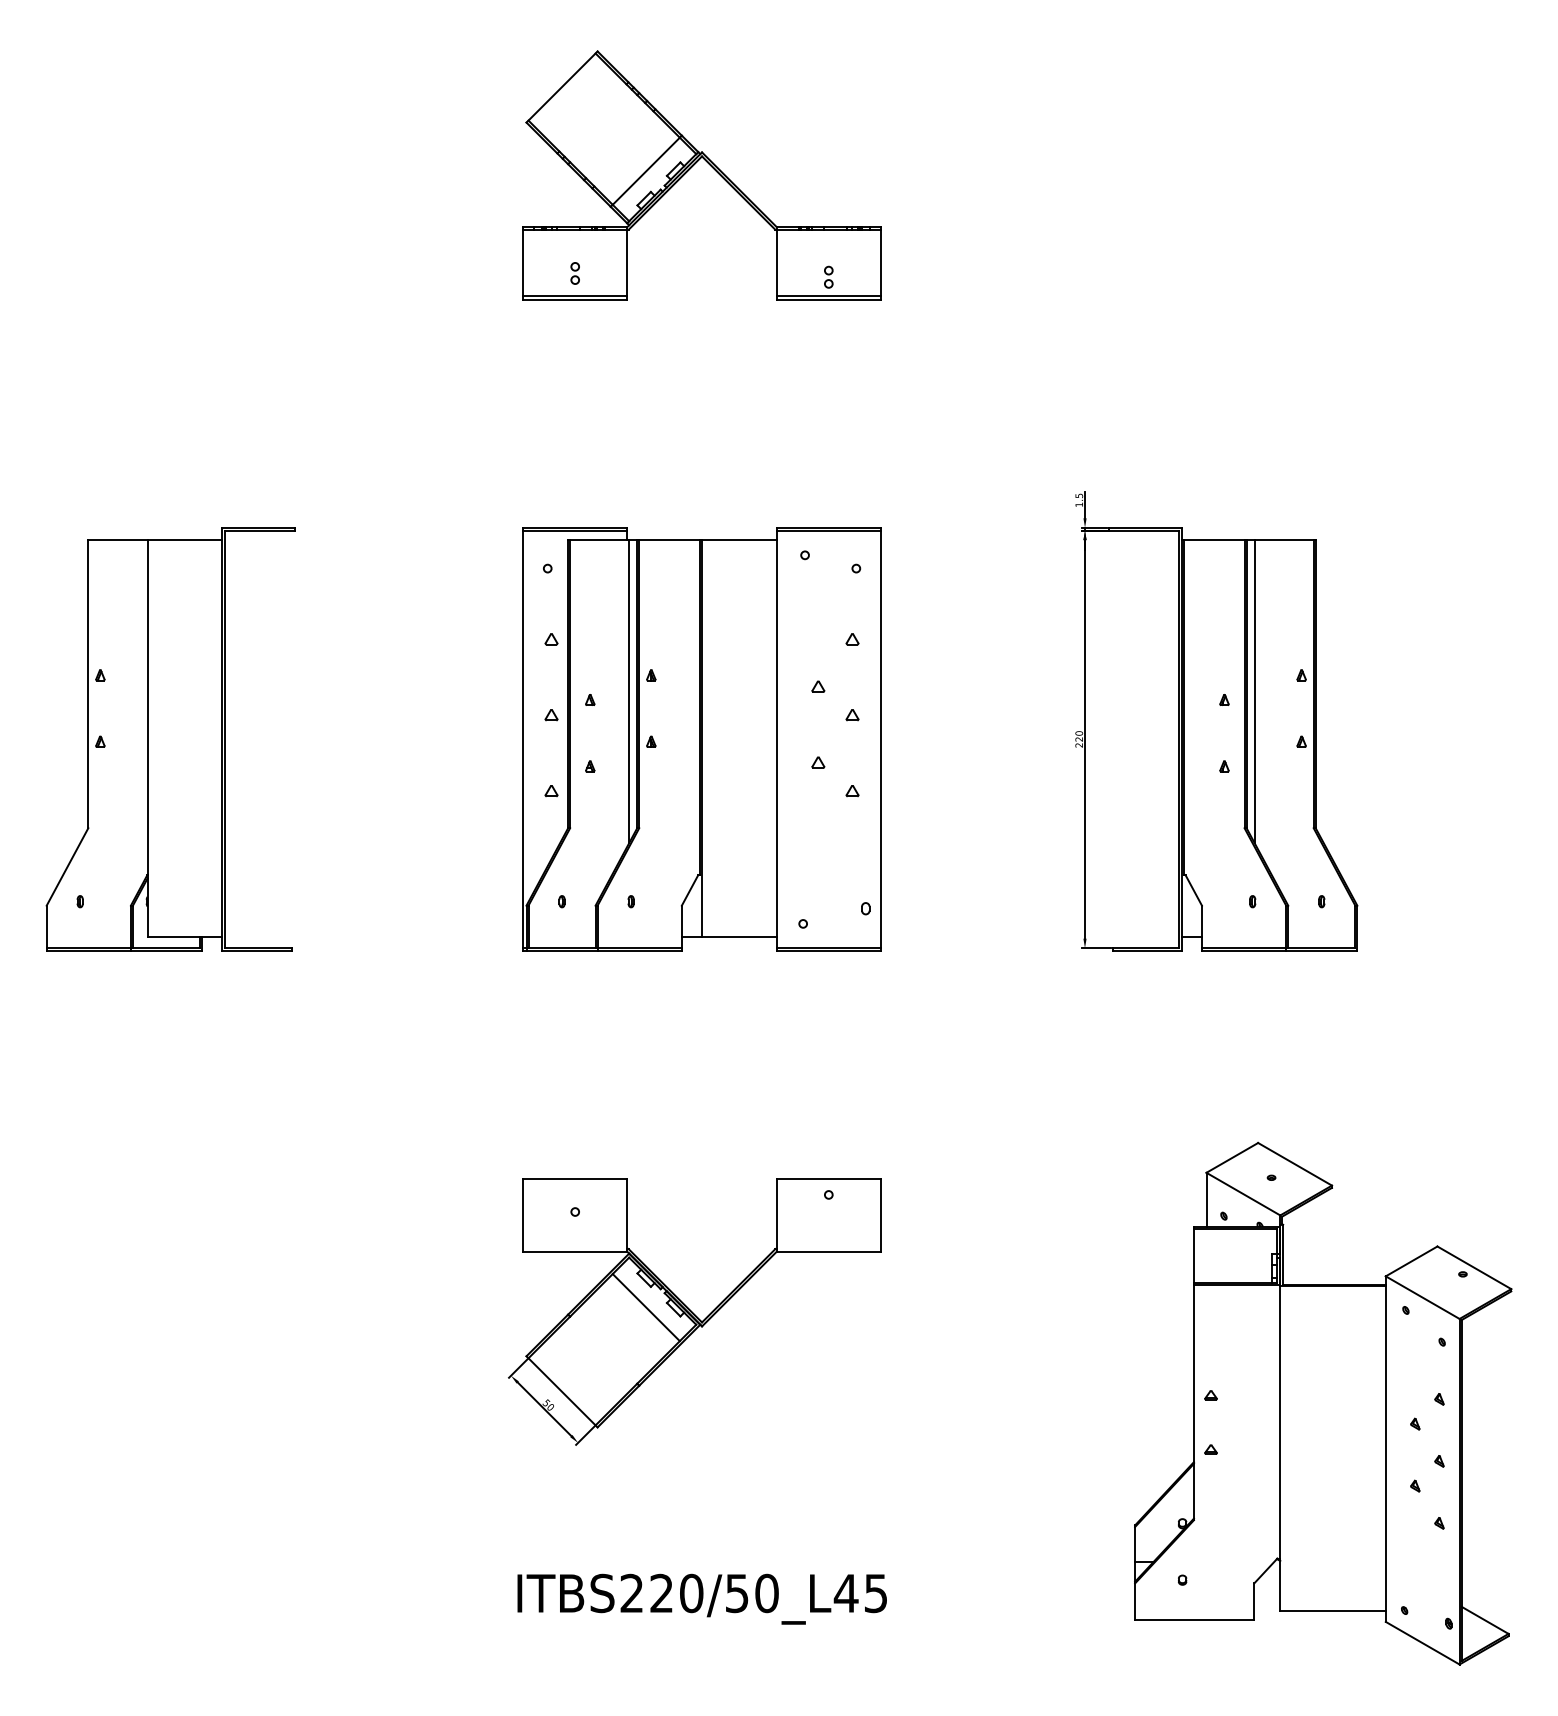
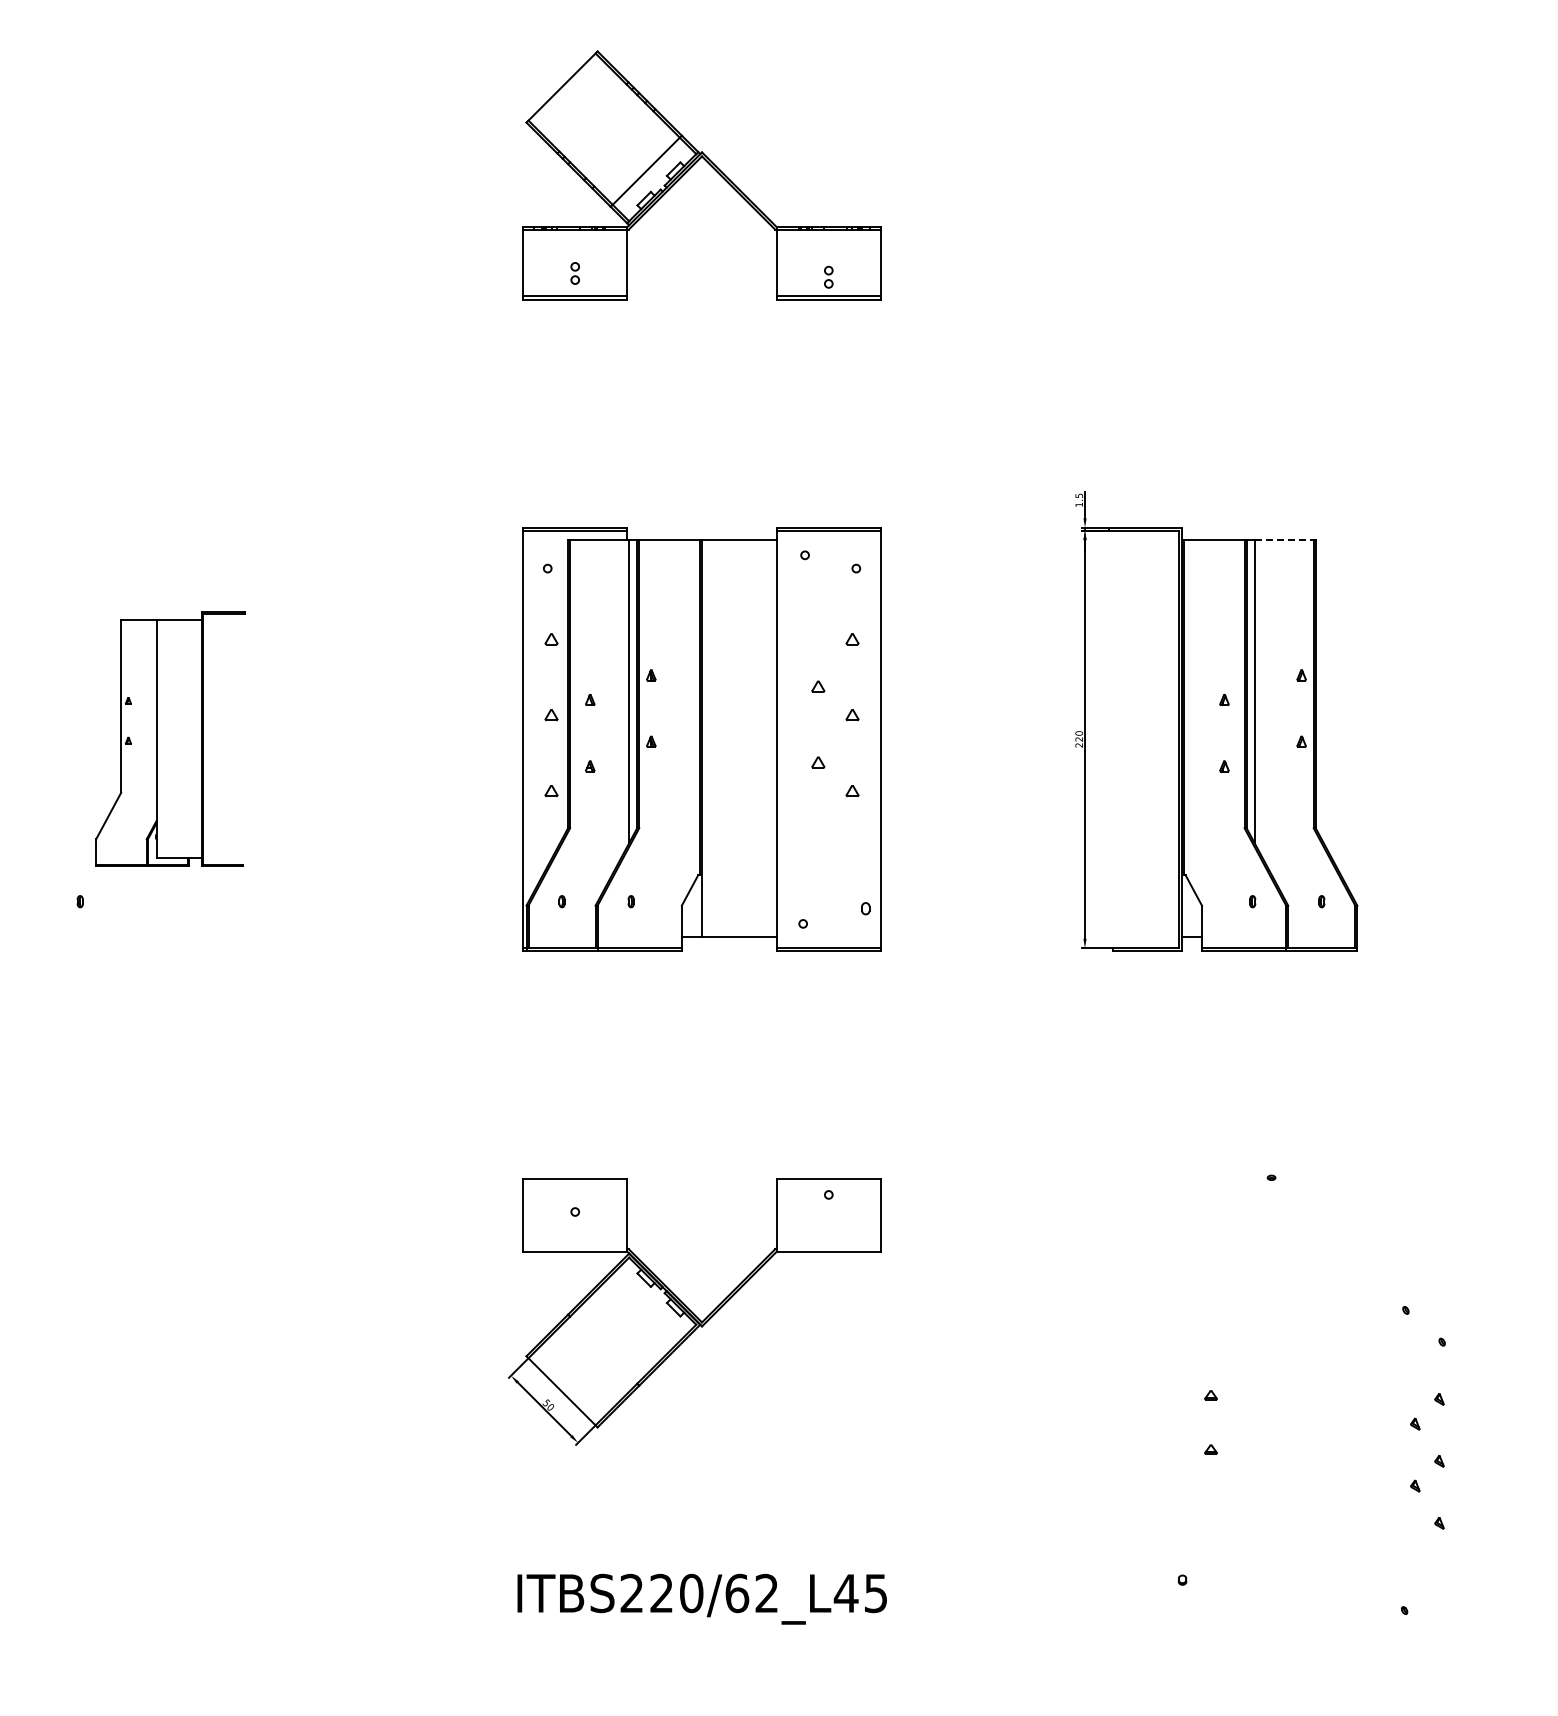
line at (1284, 540): solid -> dashed
part at (170, 739) size: 251x425 px -> 151x256 px
line at (645, 1307): present -> none
part at (1323, 1403): present -> none
text at (751, 1593): ITBS220/50_L45 -> ITBS220/62_L45
